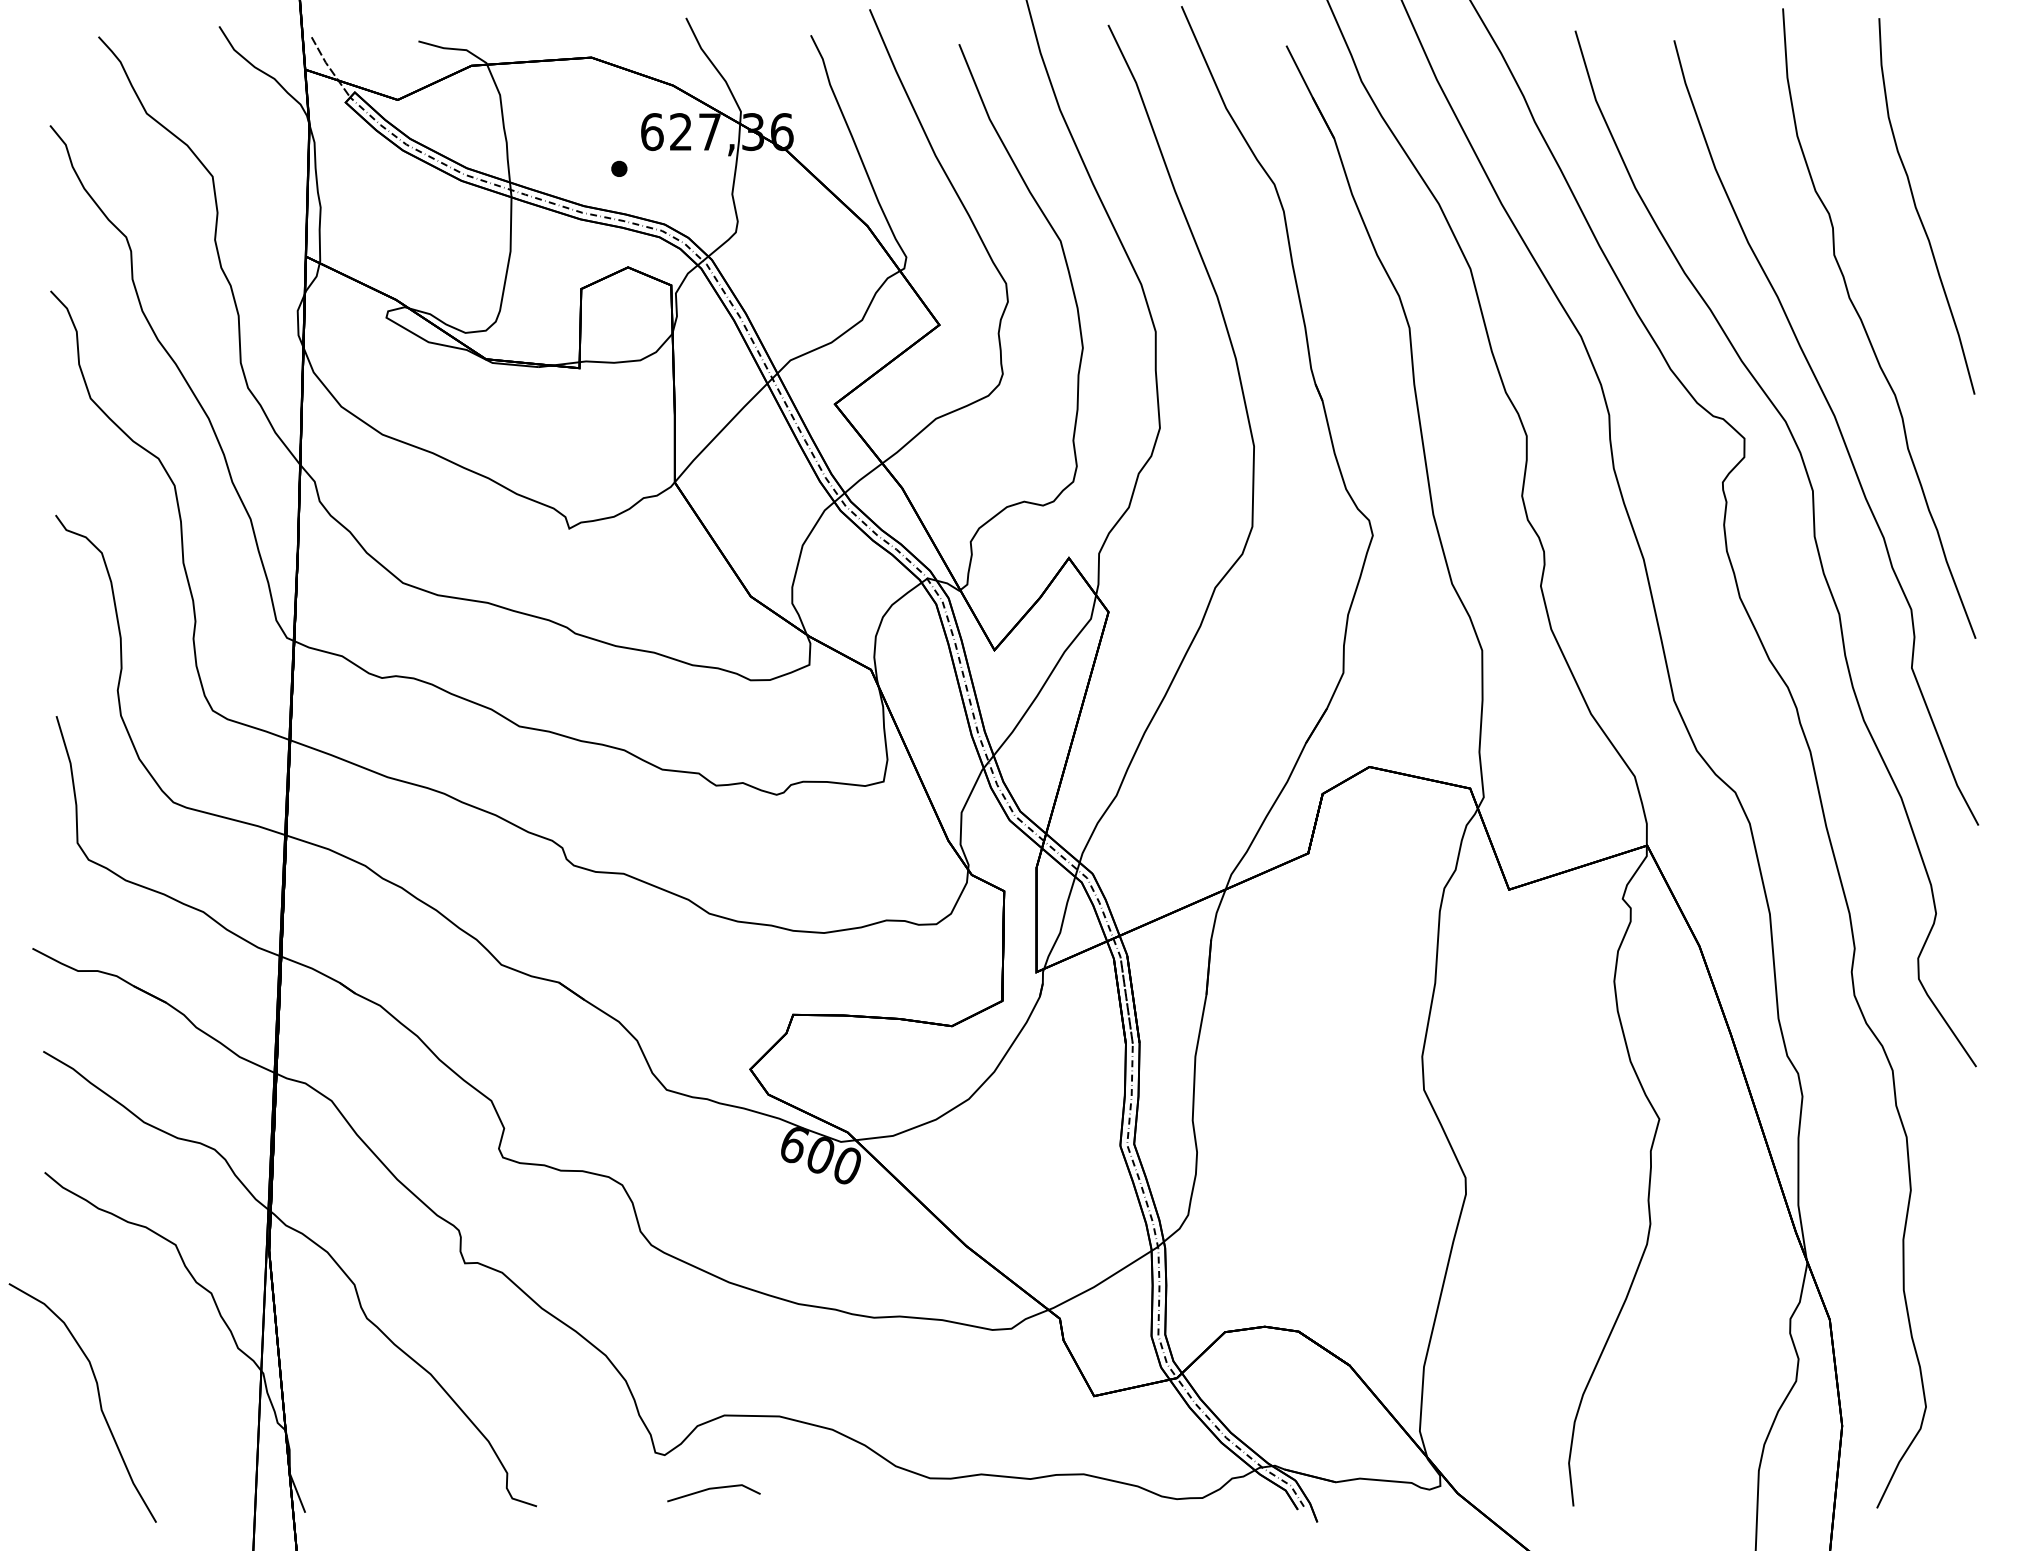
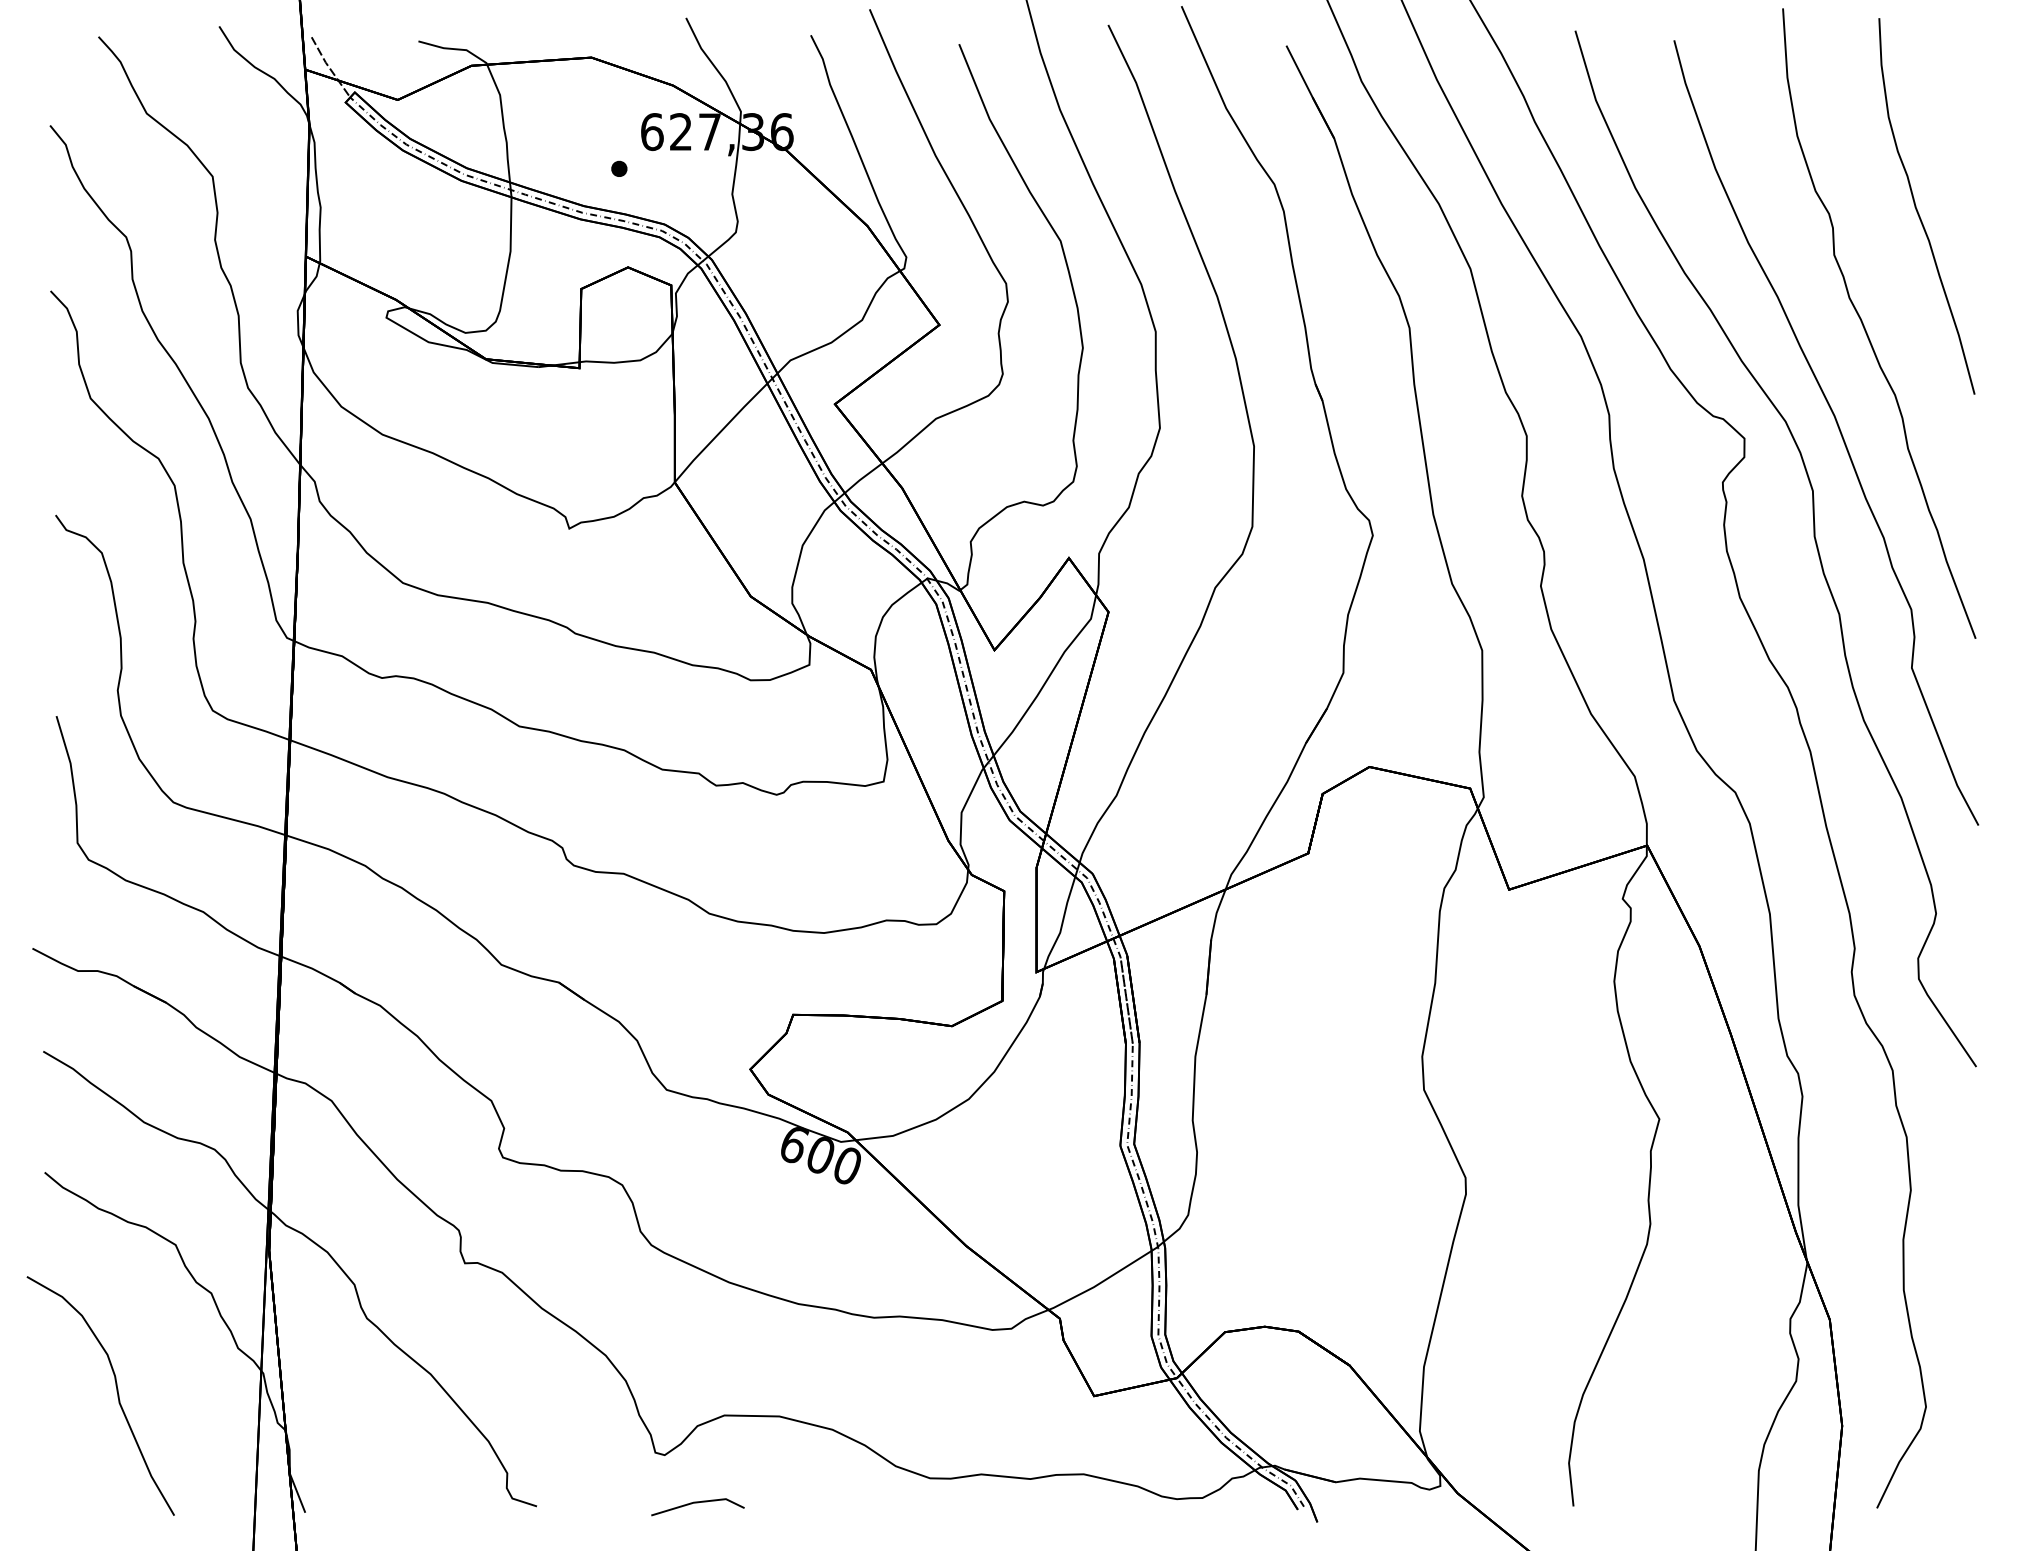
curve at (98, 1398) position: (98, 1398) -> (116, 1391)
line at (713, 1489) position: (713, 1489) -> (697, 1503)
